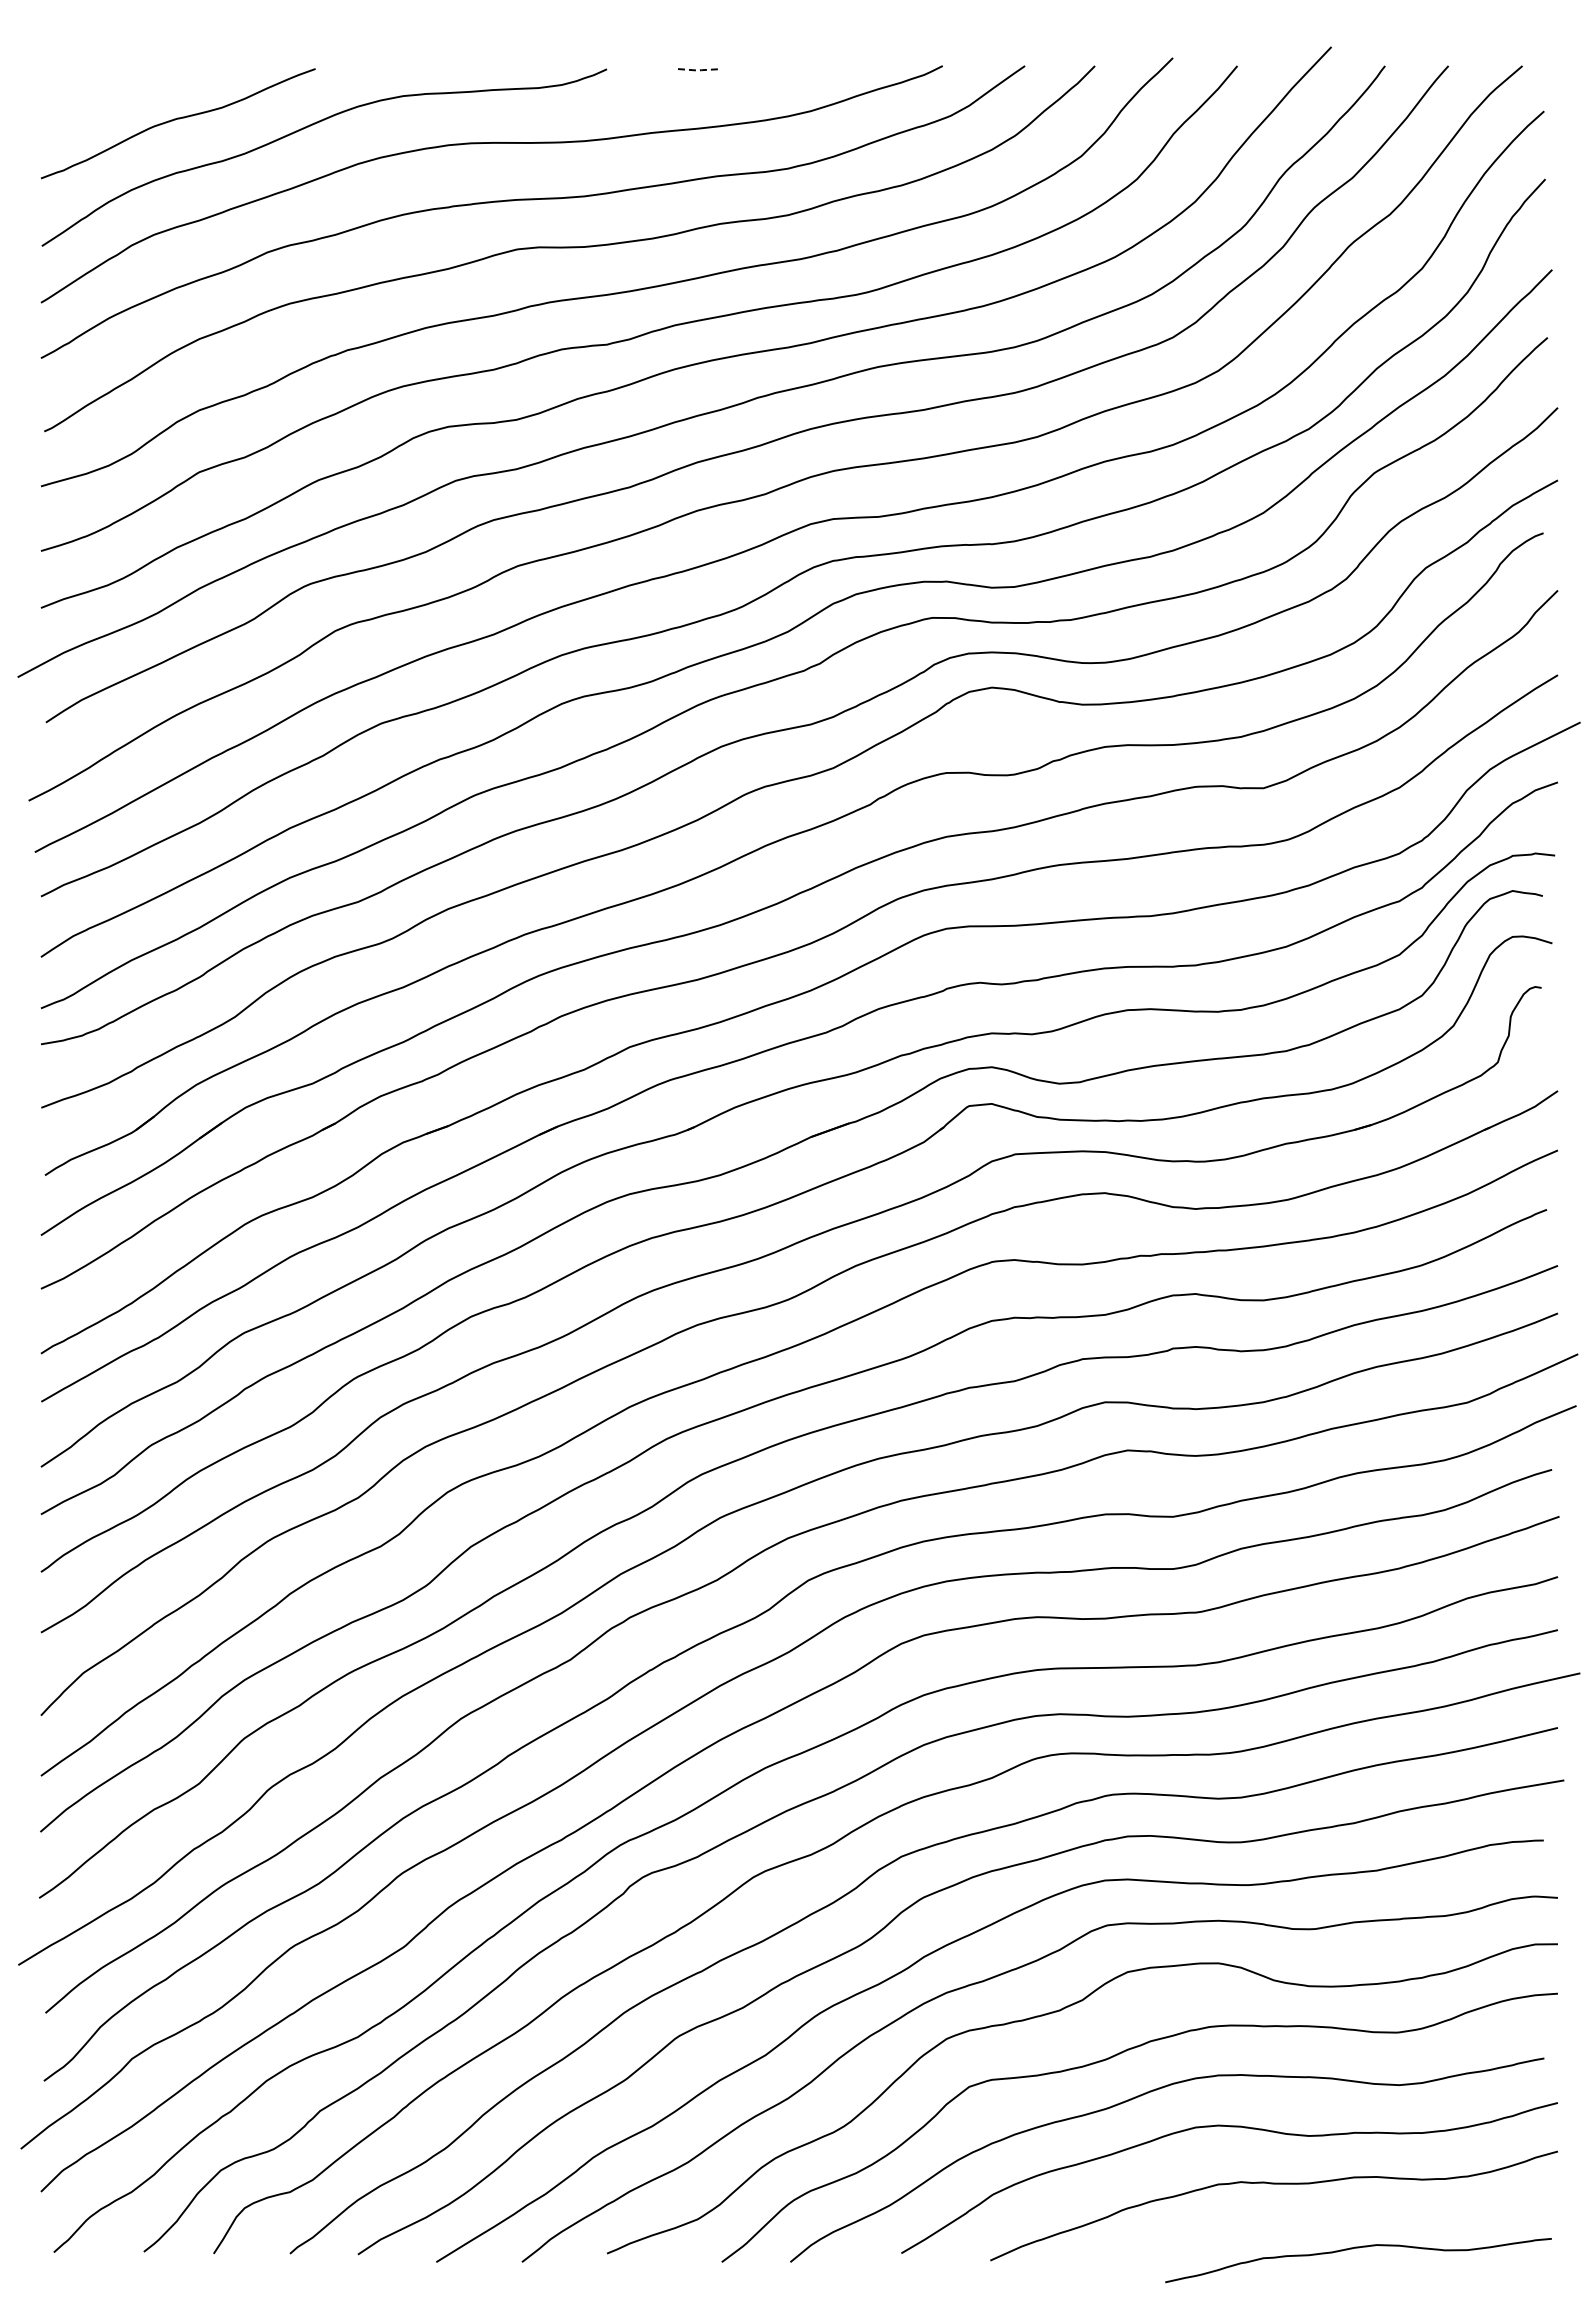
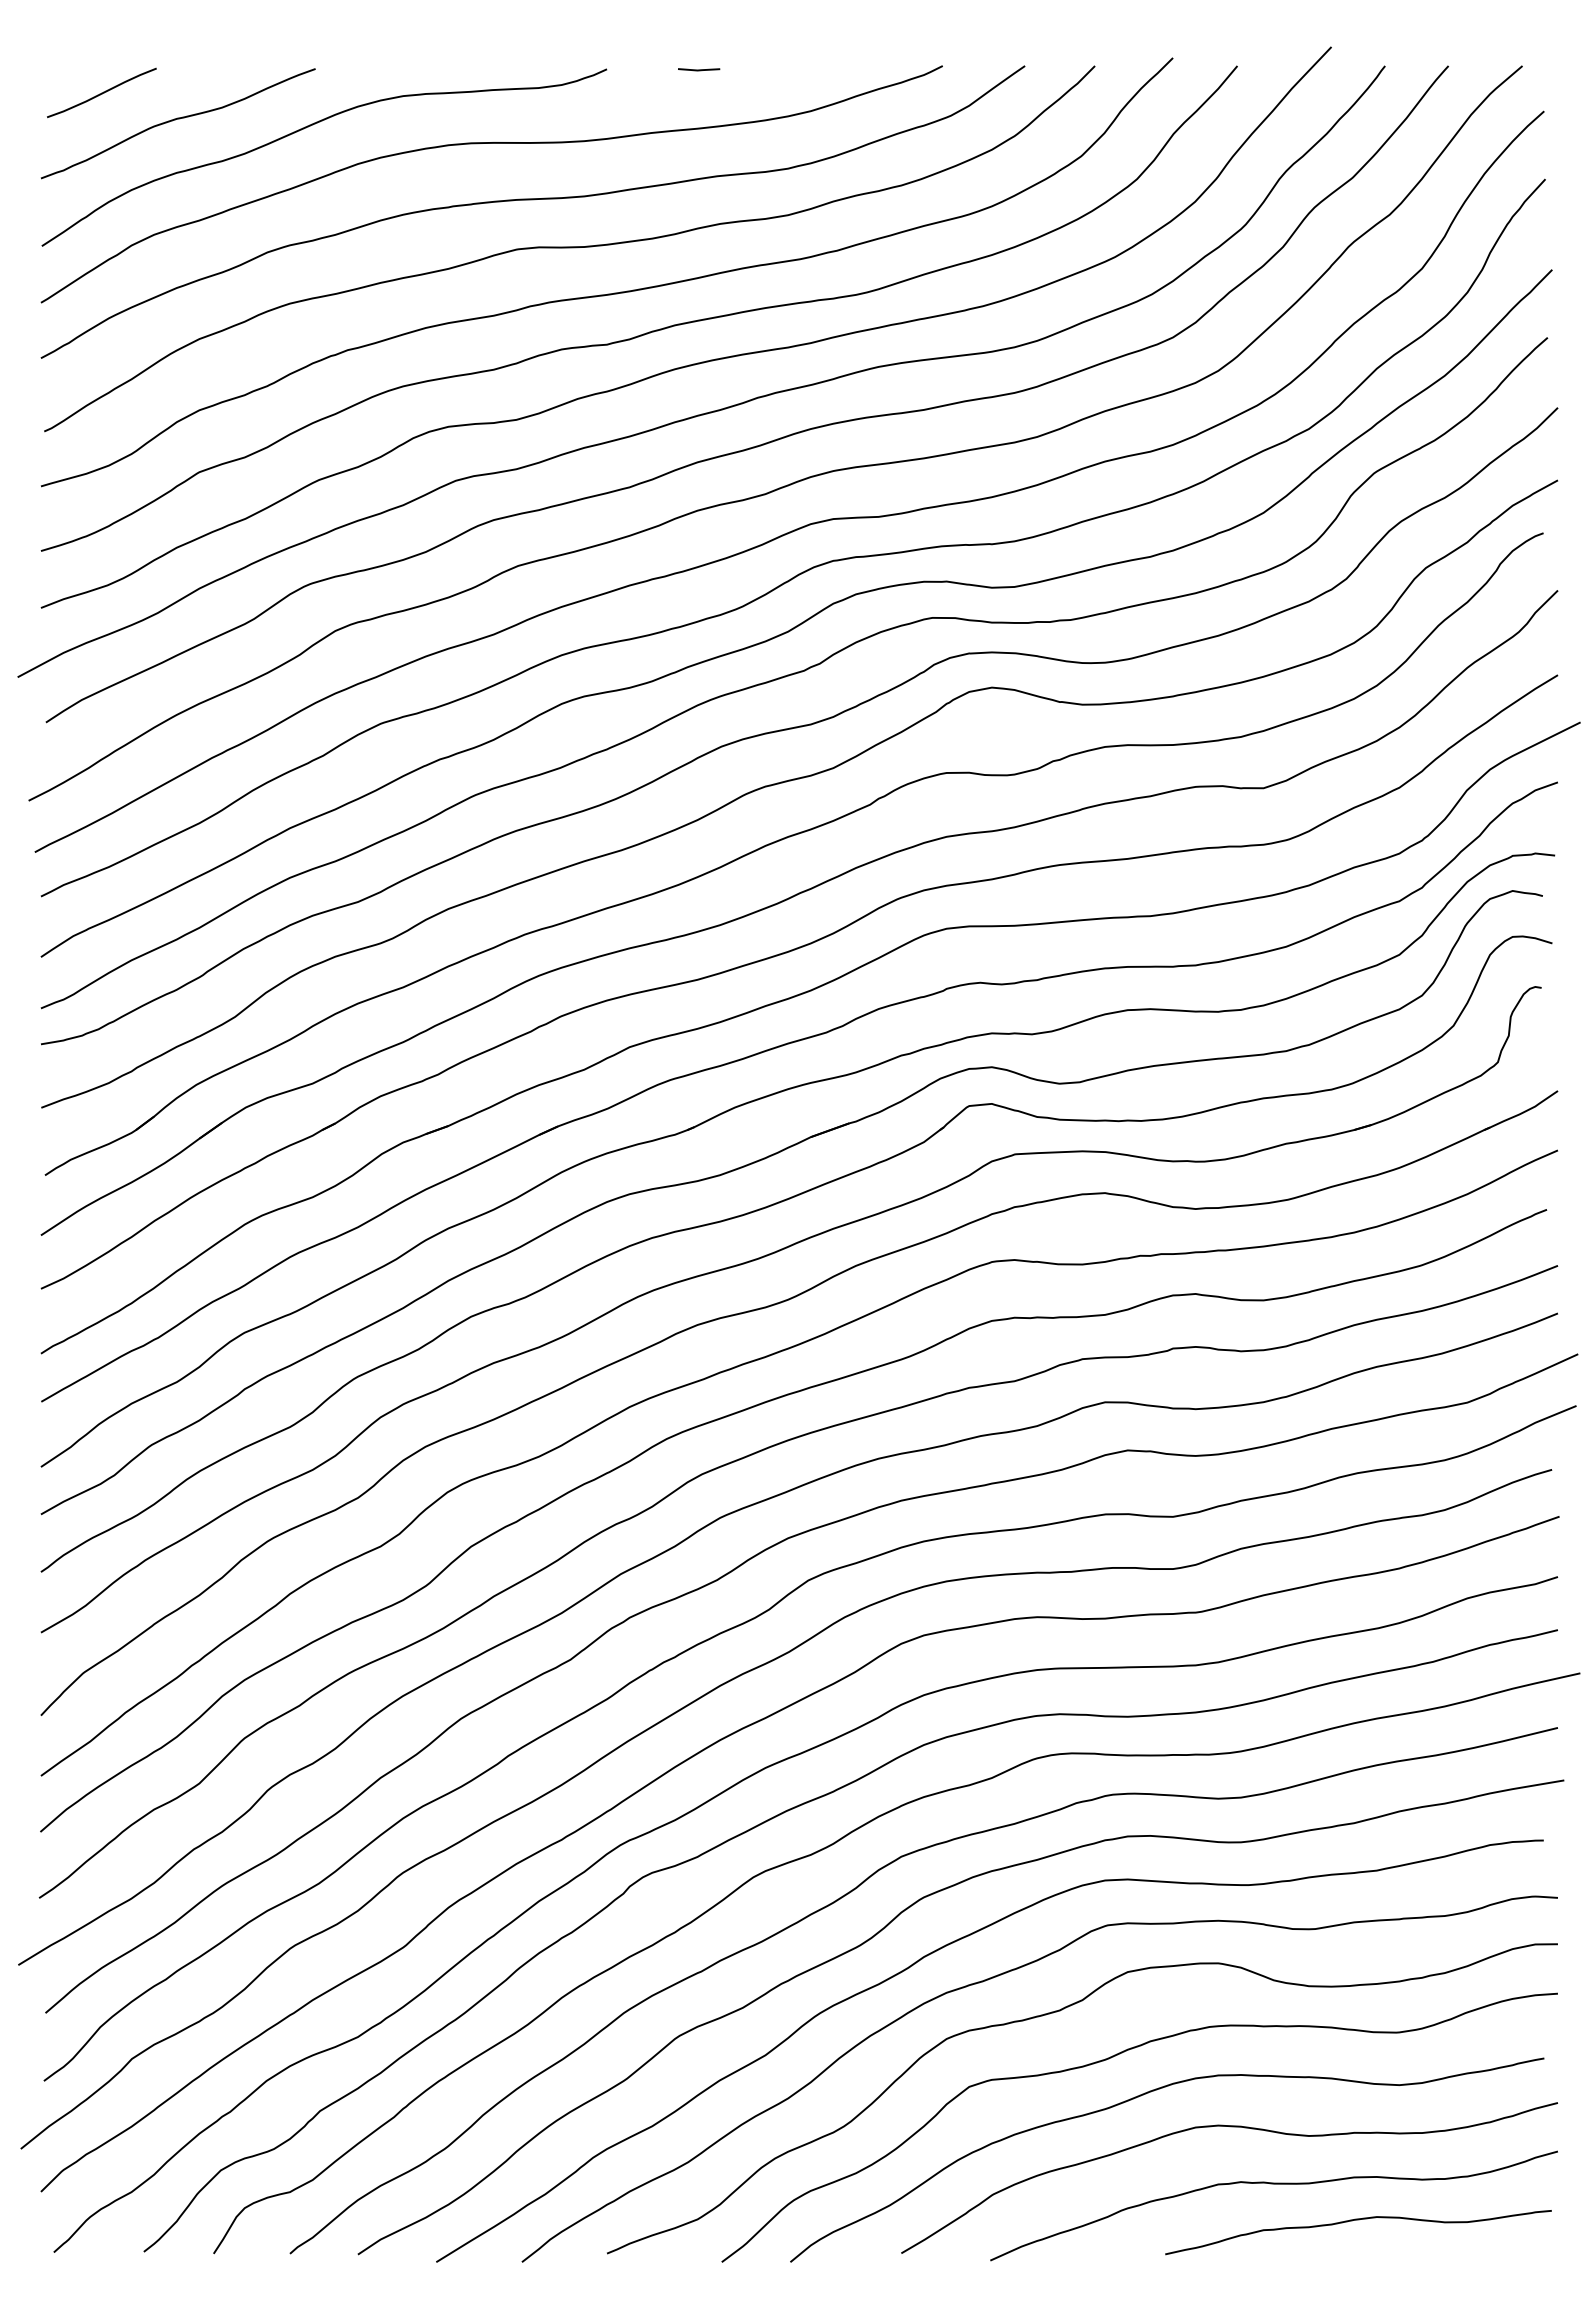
line at (699, 70): dashed -> solid
curve at (101, 92): none -> present
curve at (1358, 2248) position: (1358, 2248) -> (1358, 2220)
